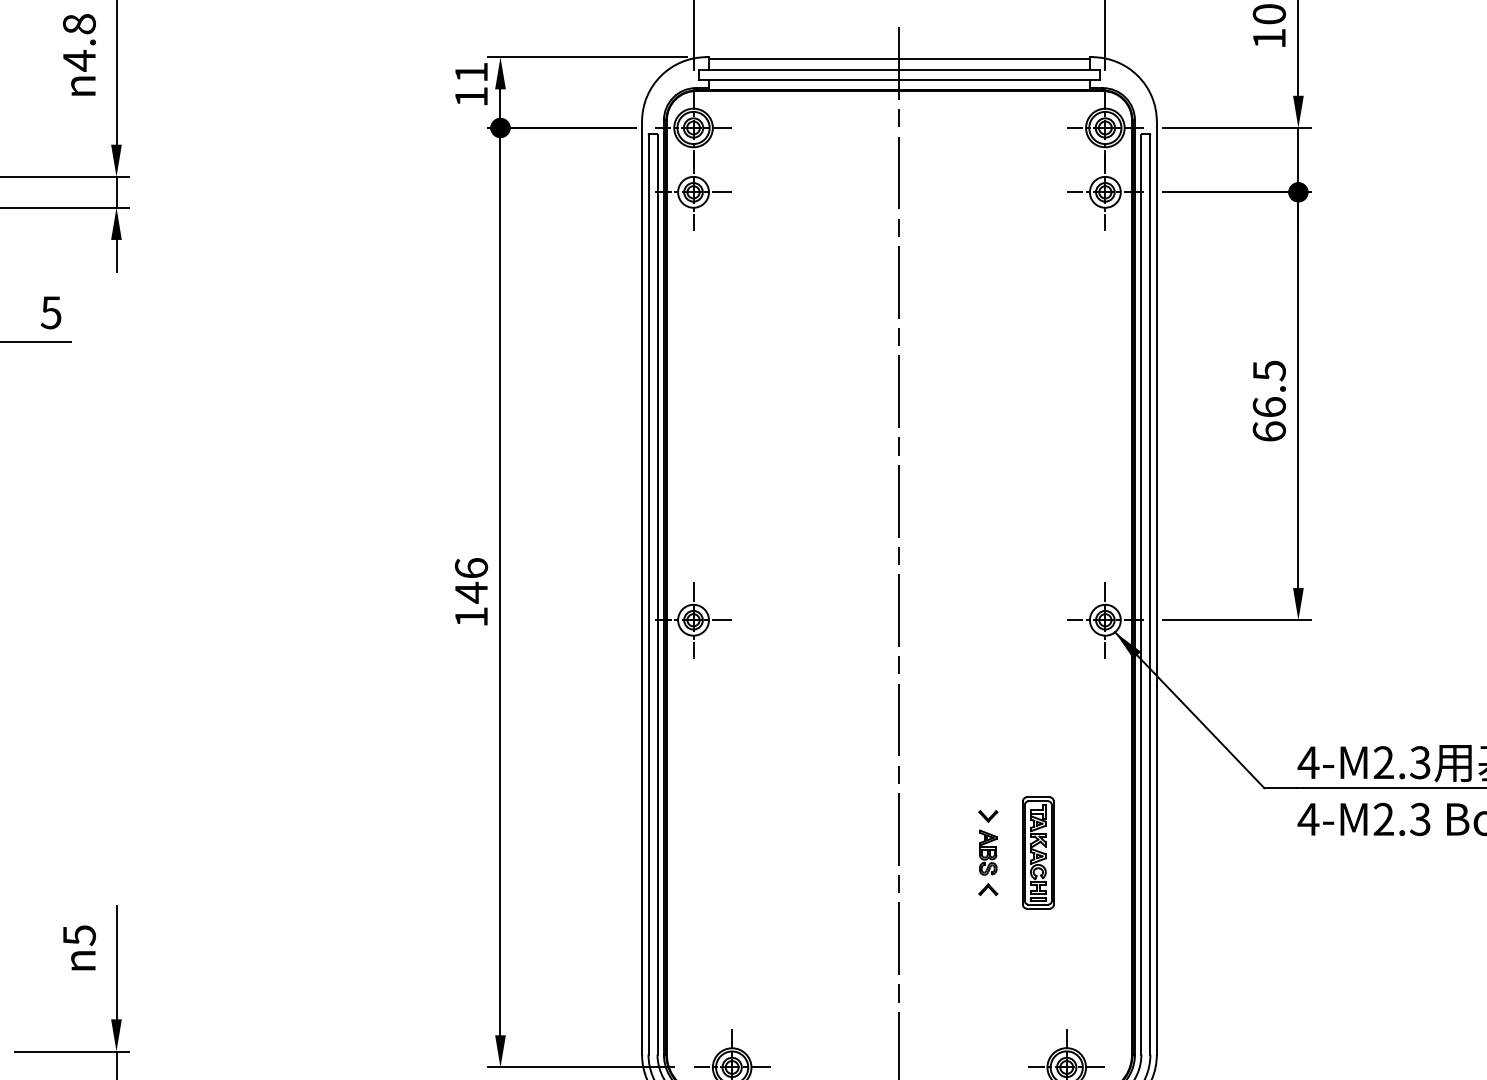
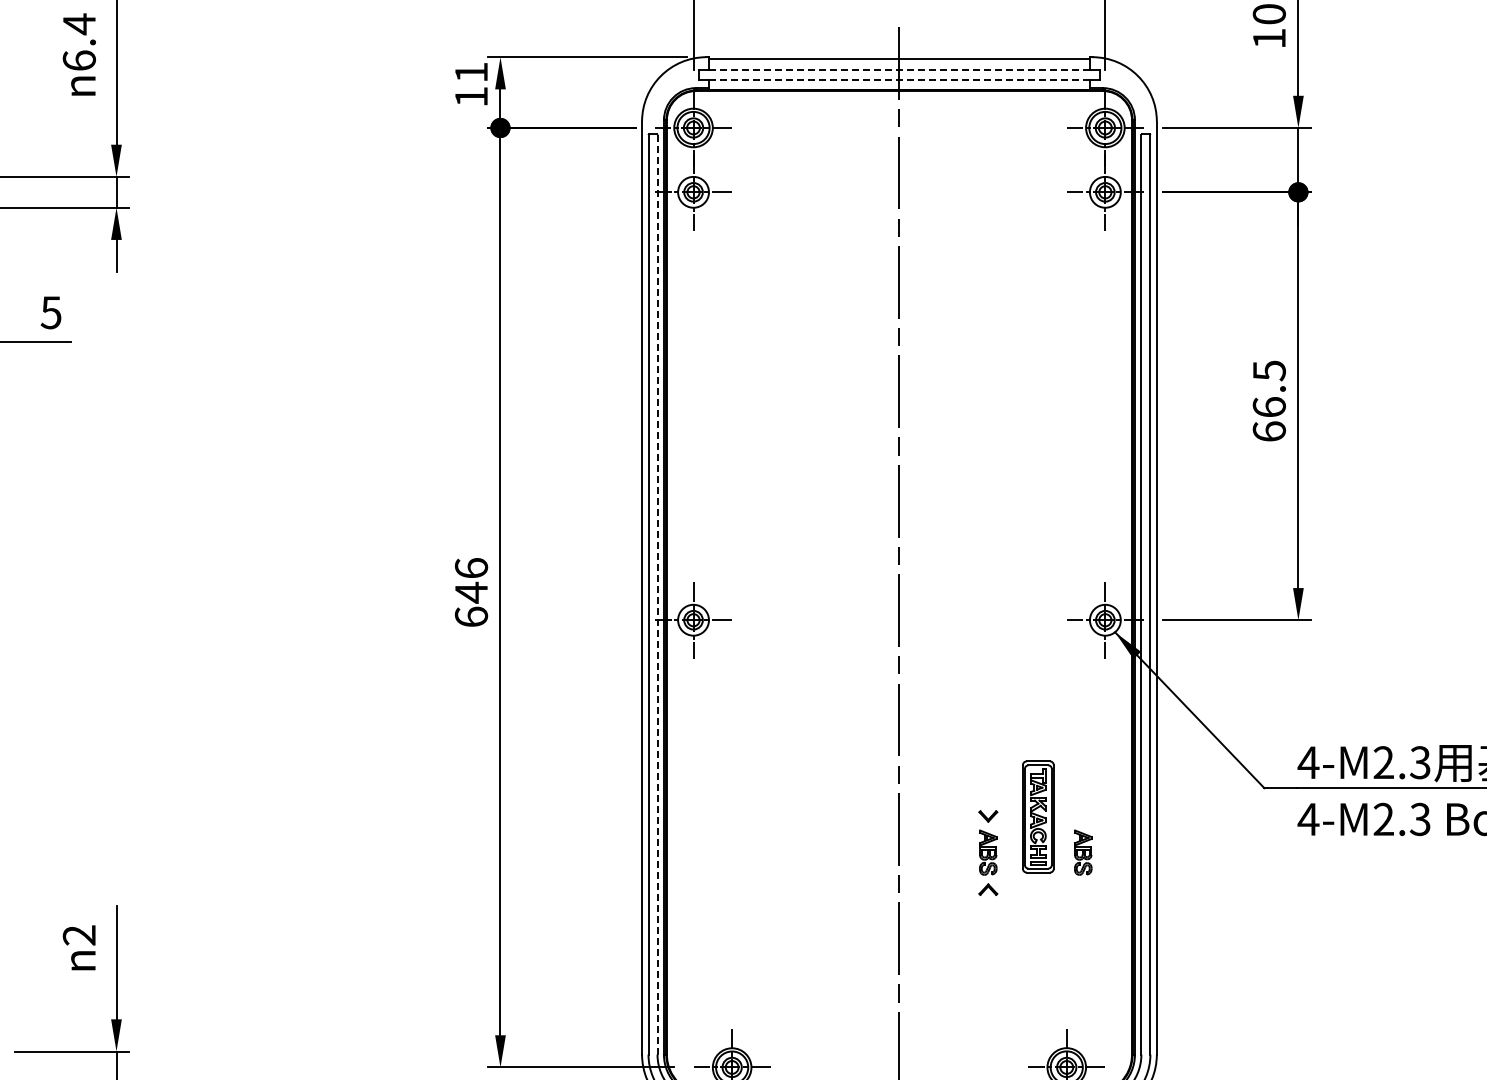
text at (79, 42): 4.8 -> 6.4
line at (898, 70): solid -> dashed
line at (899, 80): solid -> dashed
line at (657, 594): solid -> dashed
text at (471, 616): 146 -> 646
part at (1038, 852) position: (1038, 852) -> (1038, 816)
part at (1083, 852): none -> present
text at (78, 935): 5 -> 2
